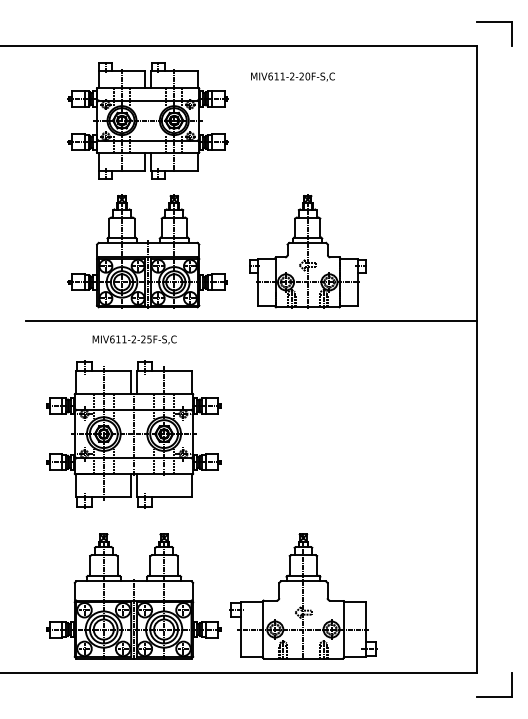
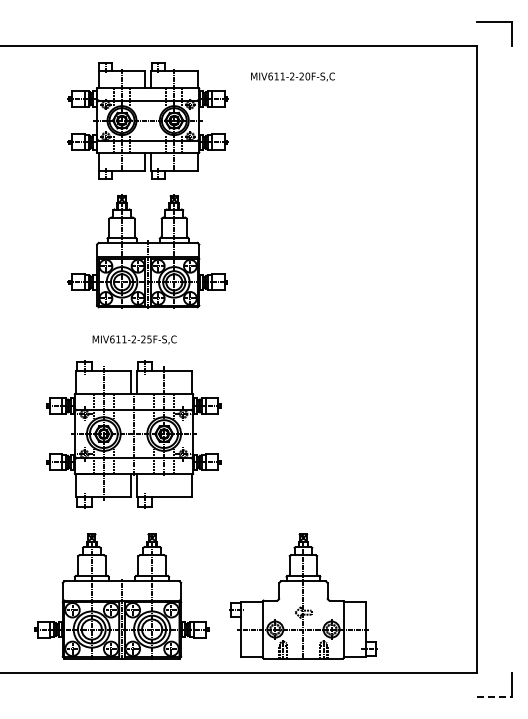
part at (307, 251): present -> none
line at (250, 320): present -> none
part at (133, 596) position: (133, 596) -> (121, 596)
line at (494, 697): solid -> dashed
